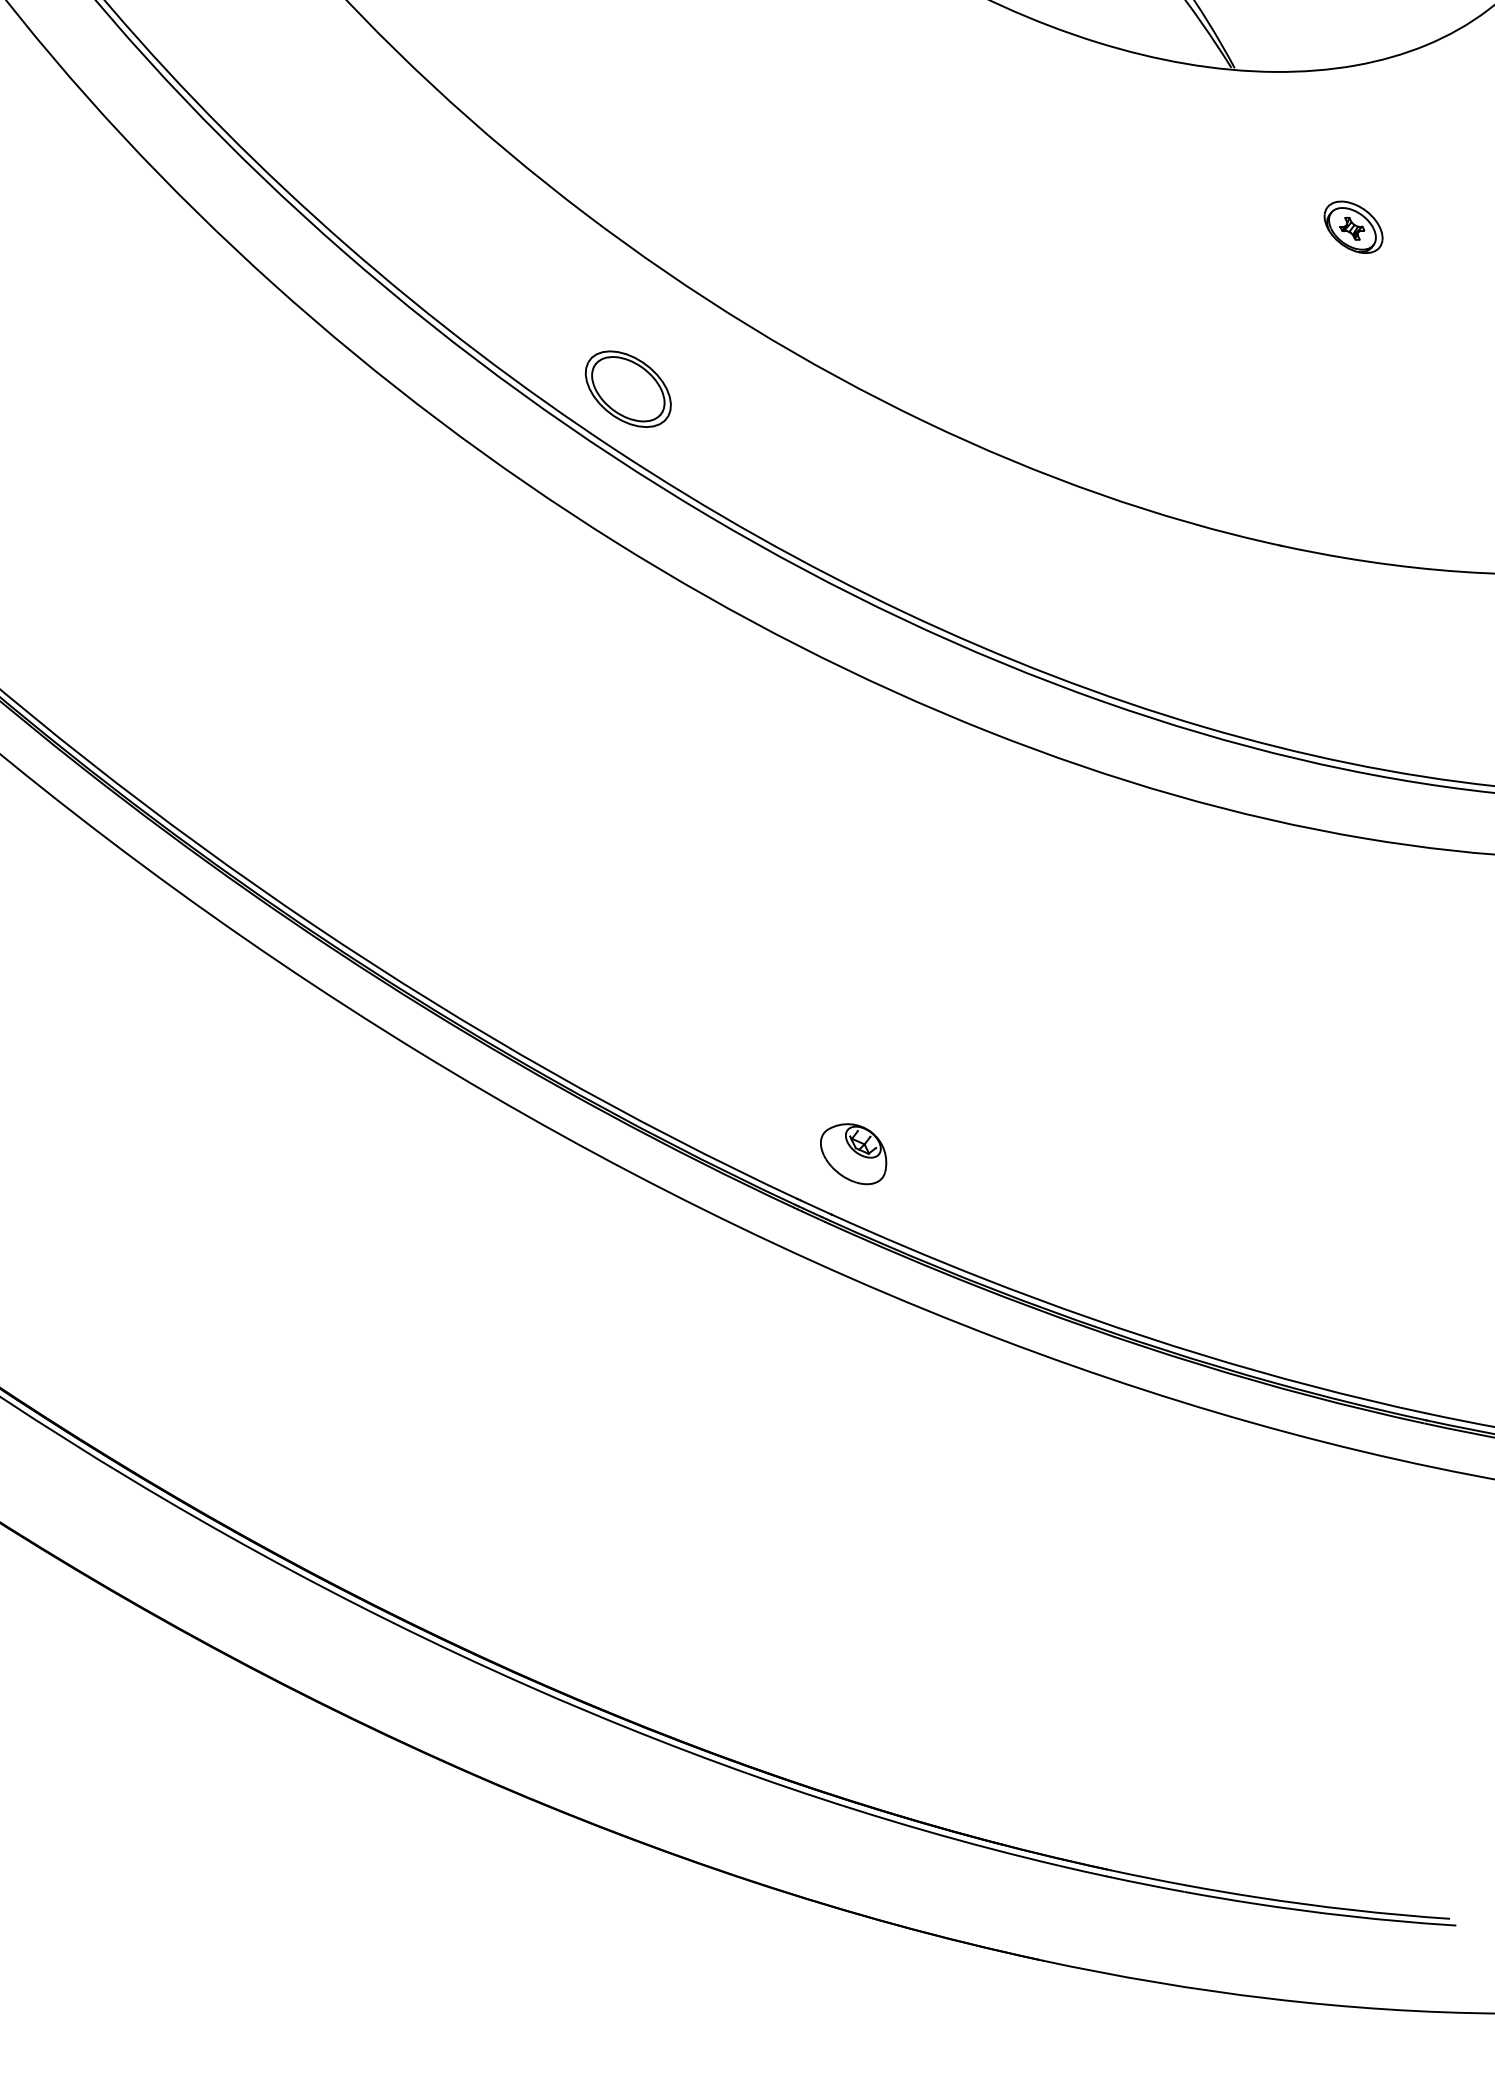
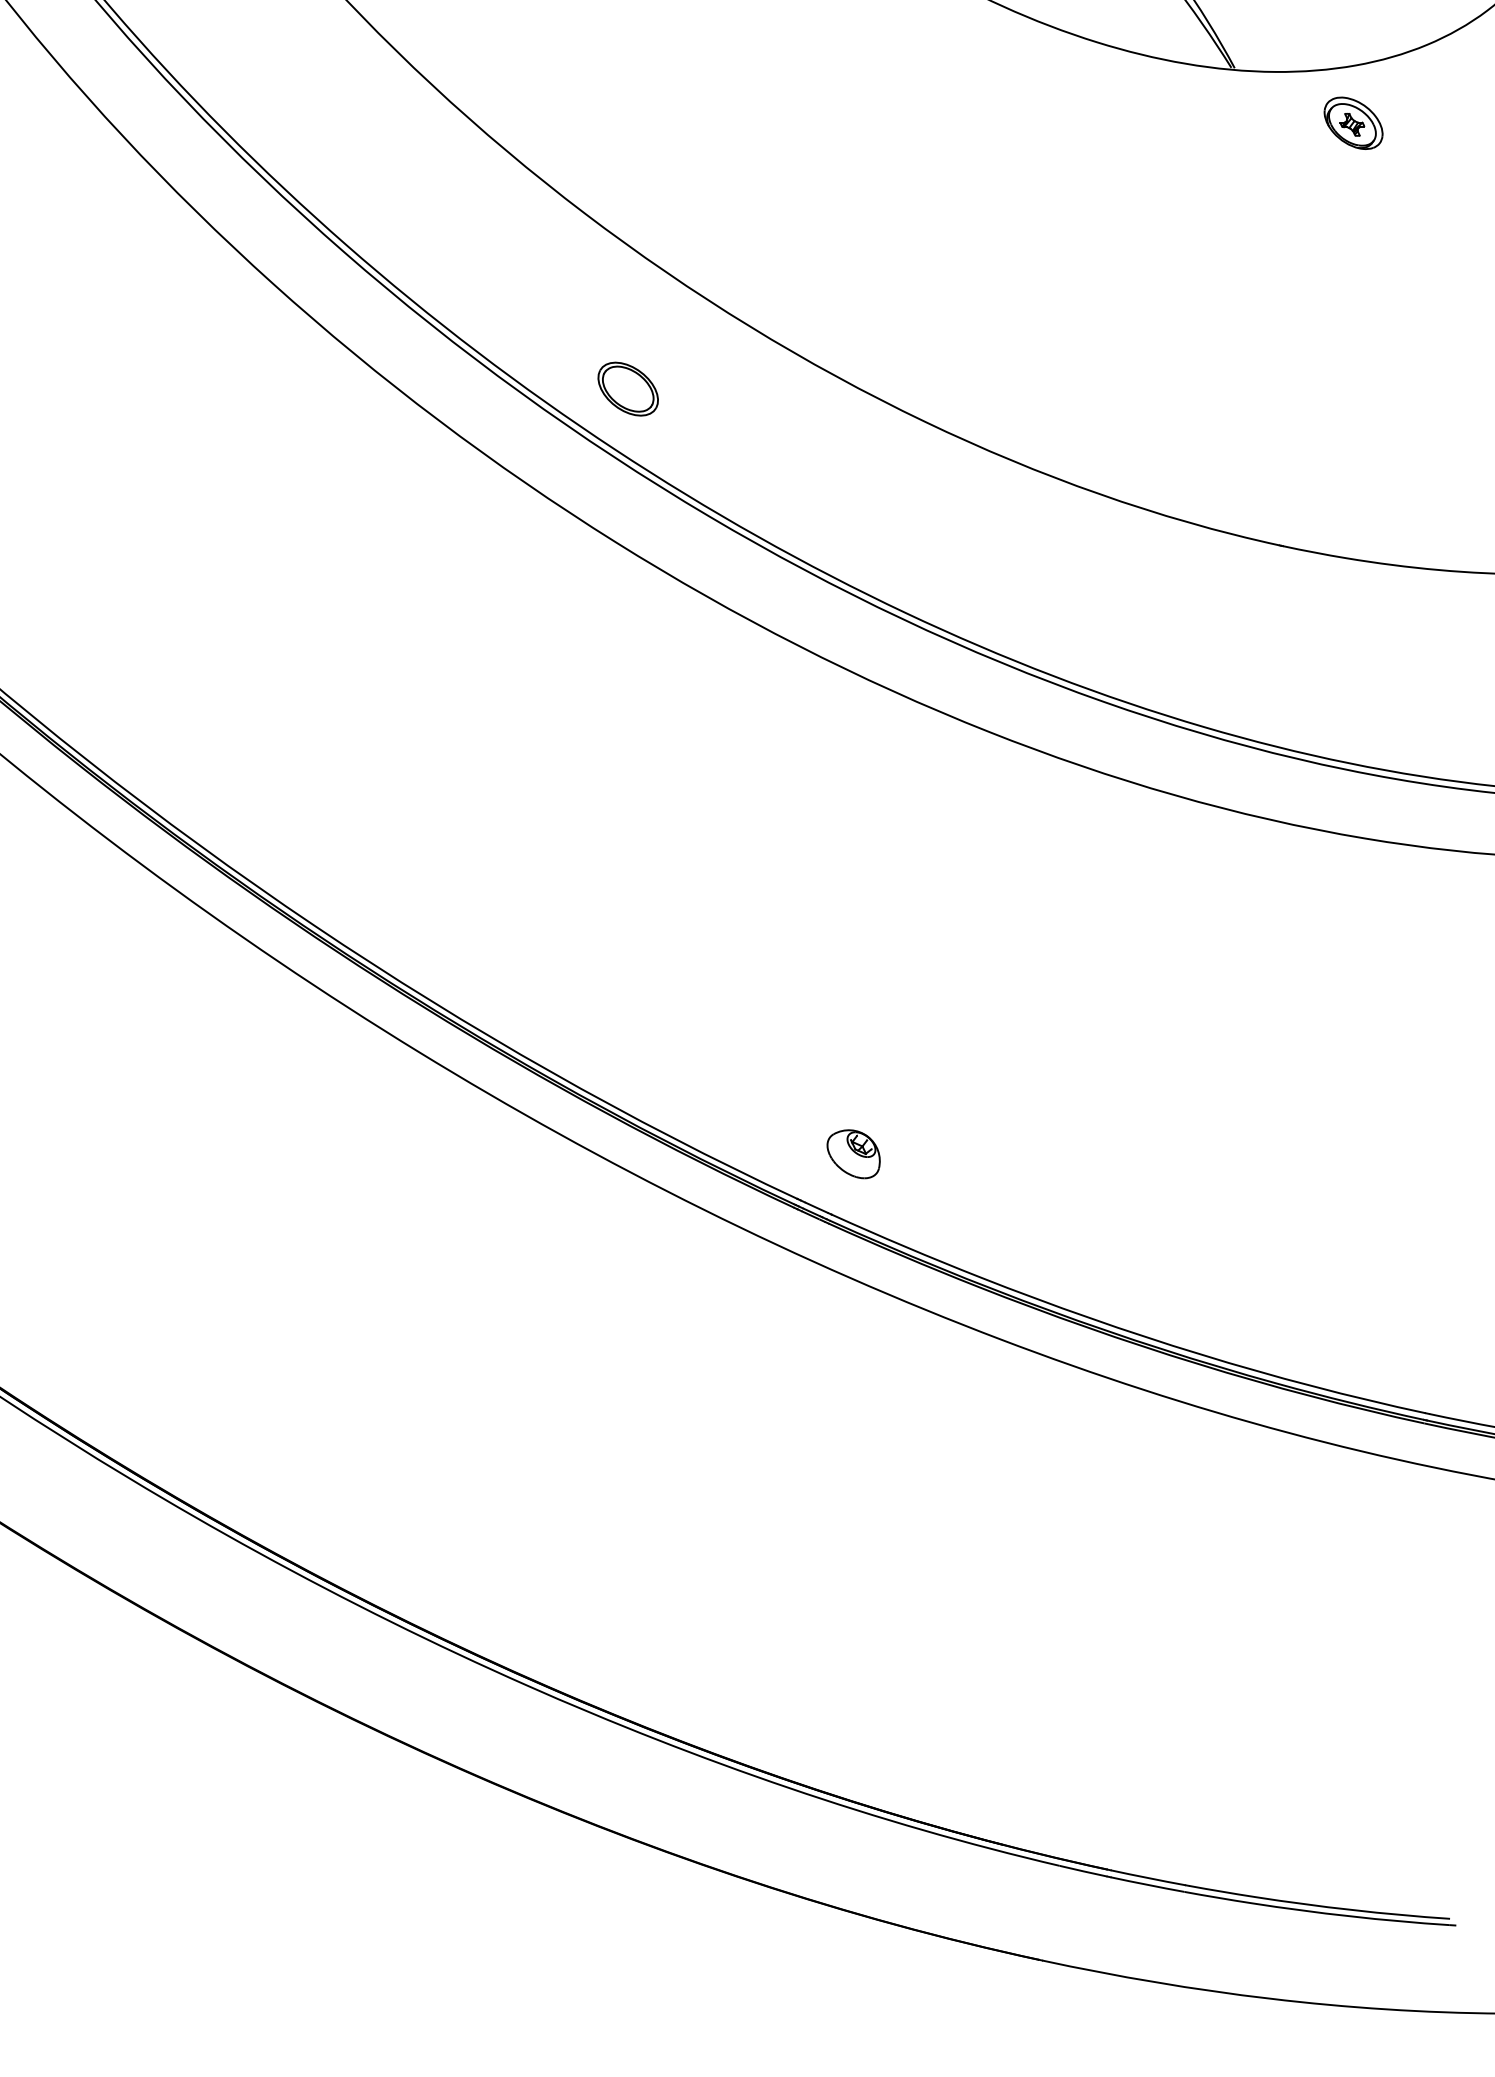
part at (1353, 226) position: (1353, 226) -> (1353, 122)
part at (627, 388) size: 88x78 px -> 62x56 px
part at (853, 1154) size: 68x63 px -> 55x51 px
